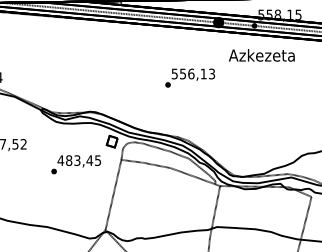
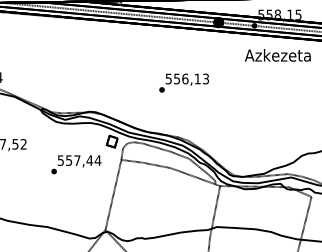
text at (261, 55) position: (261, 55) -> (277, 55)
text at (189, 77) position: (189, 77) -> (183, 82)
text at (79, 160): 483,45 -> 557,44
